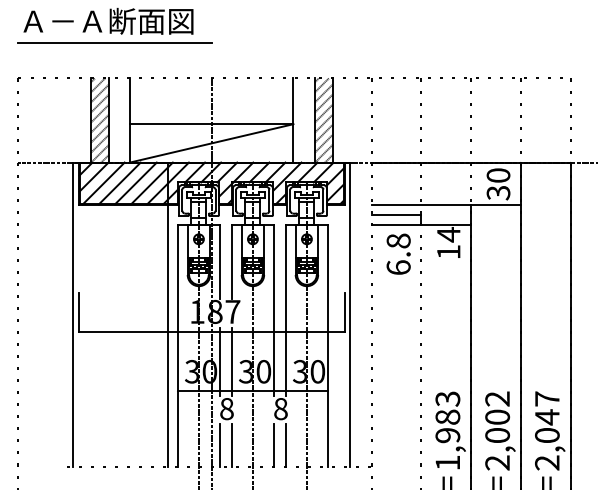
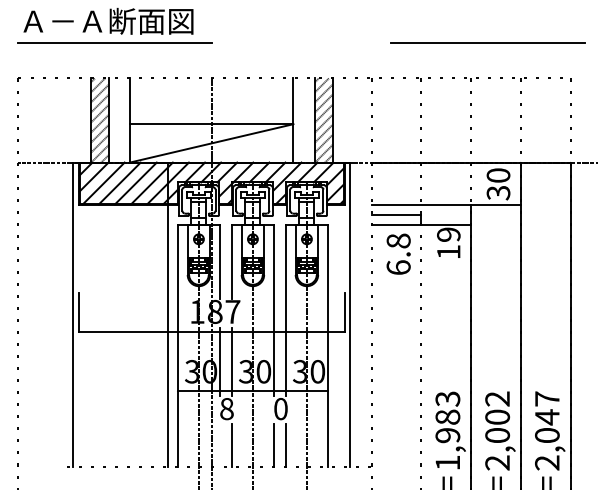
line at (487, 42): none -> present
text at (448, 234): 14 -> 19
text at (280, 409): 8 -> 0
line at (220, 445): present -> none
